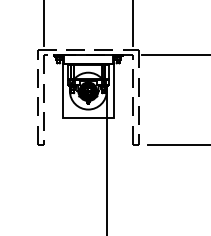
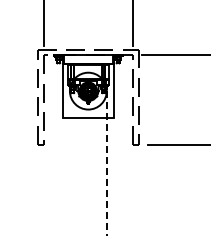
line at (106, 163): solid -> dashed
